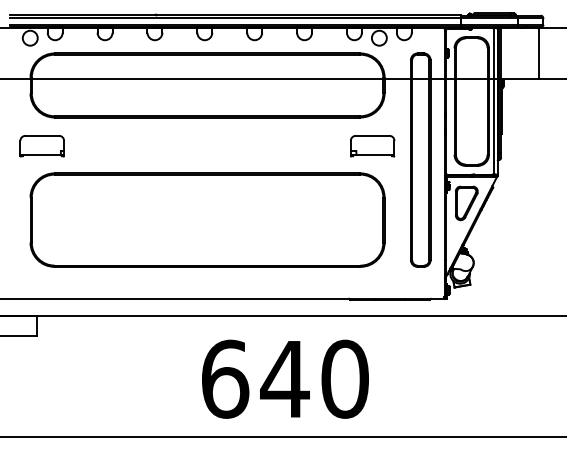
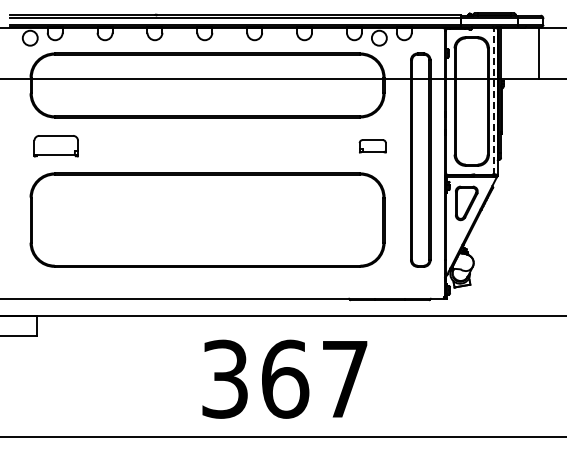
line at (493, 101): solid -> dashed
part at (41, 146) position: (41, 146) -> (55, 146)
part at (372, 146) size: 46x23 px -> 29x15 px
text at (285, 378): 640 -> 367
